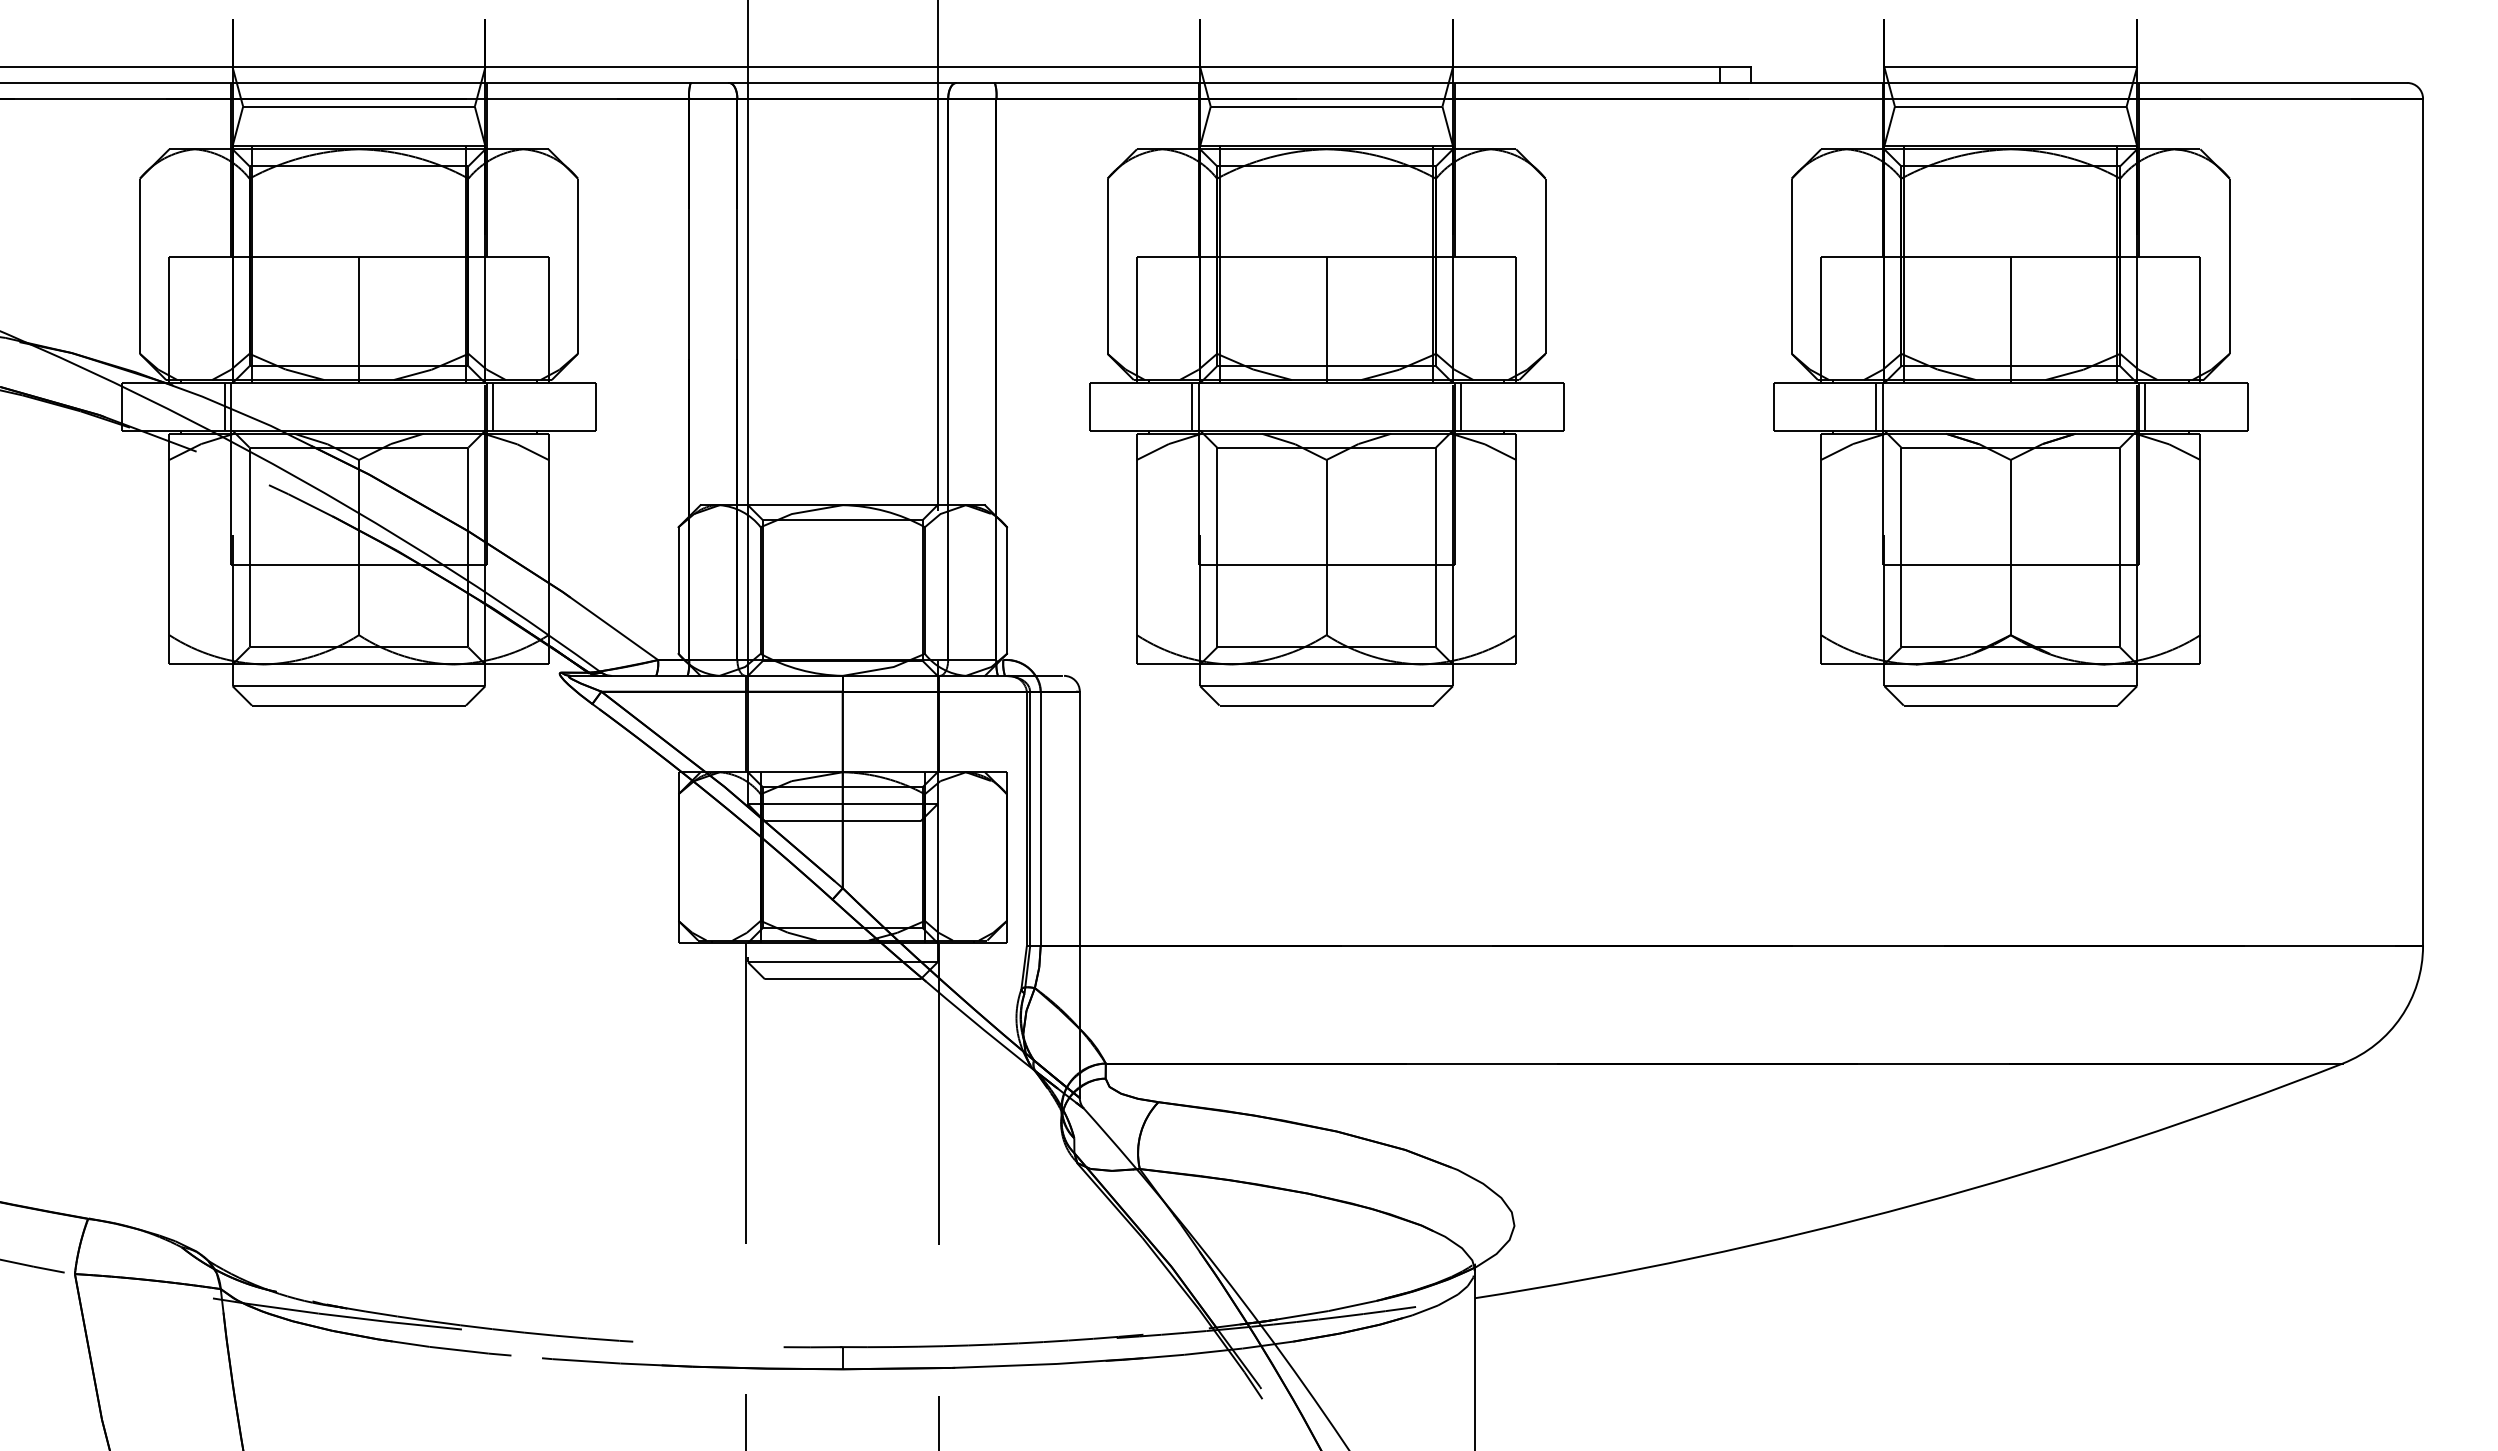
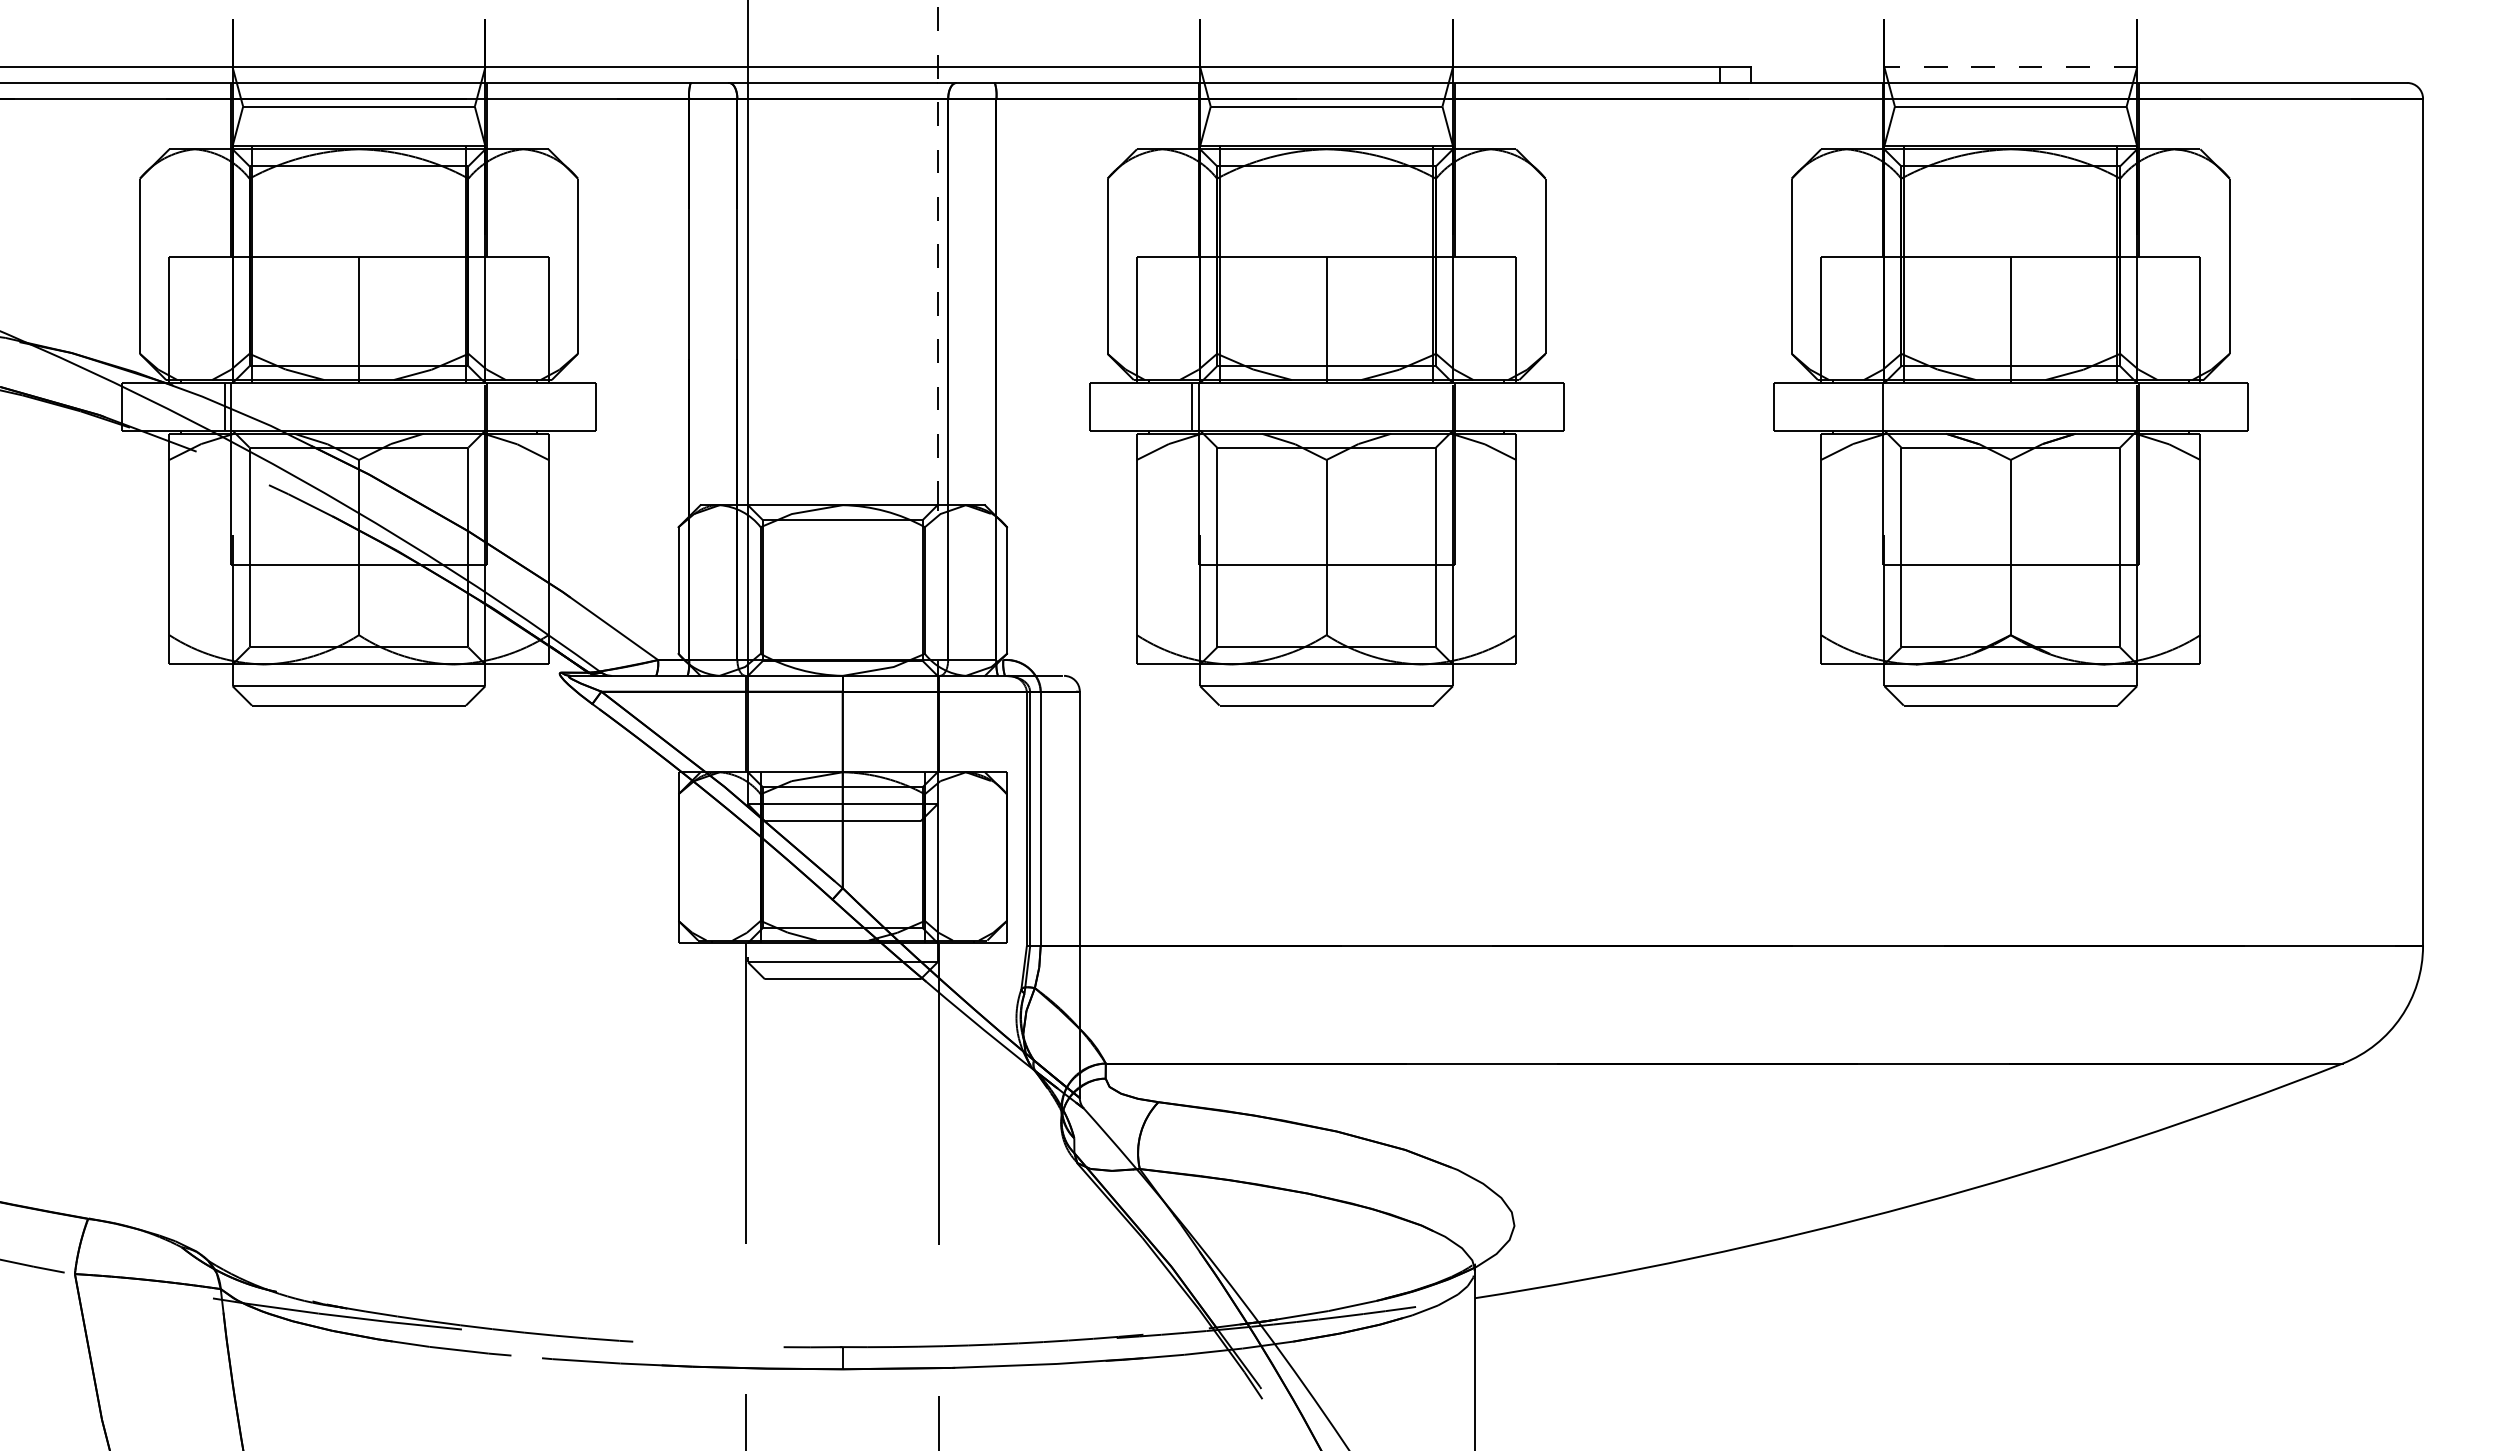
line at (2010, 67): solid -> dashed
line at (937, 252): solid -> dashed
line at (493, 406): present -> none
line at (1460, 406): present -> none
line at (1876, 406): present -> none
line at (2145, 406): present -> none
